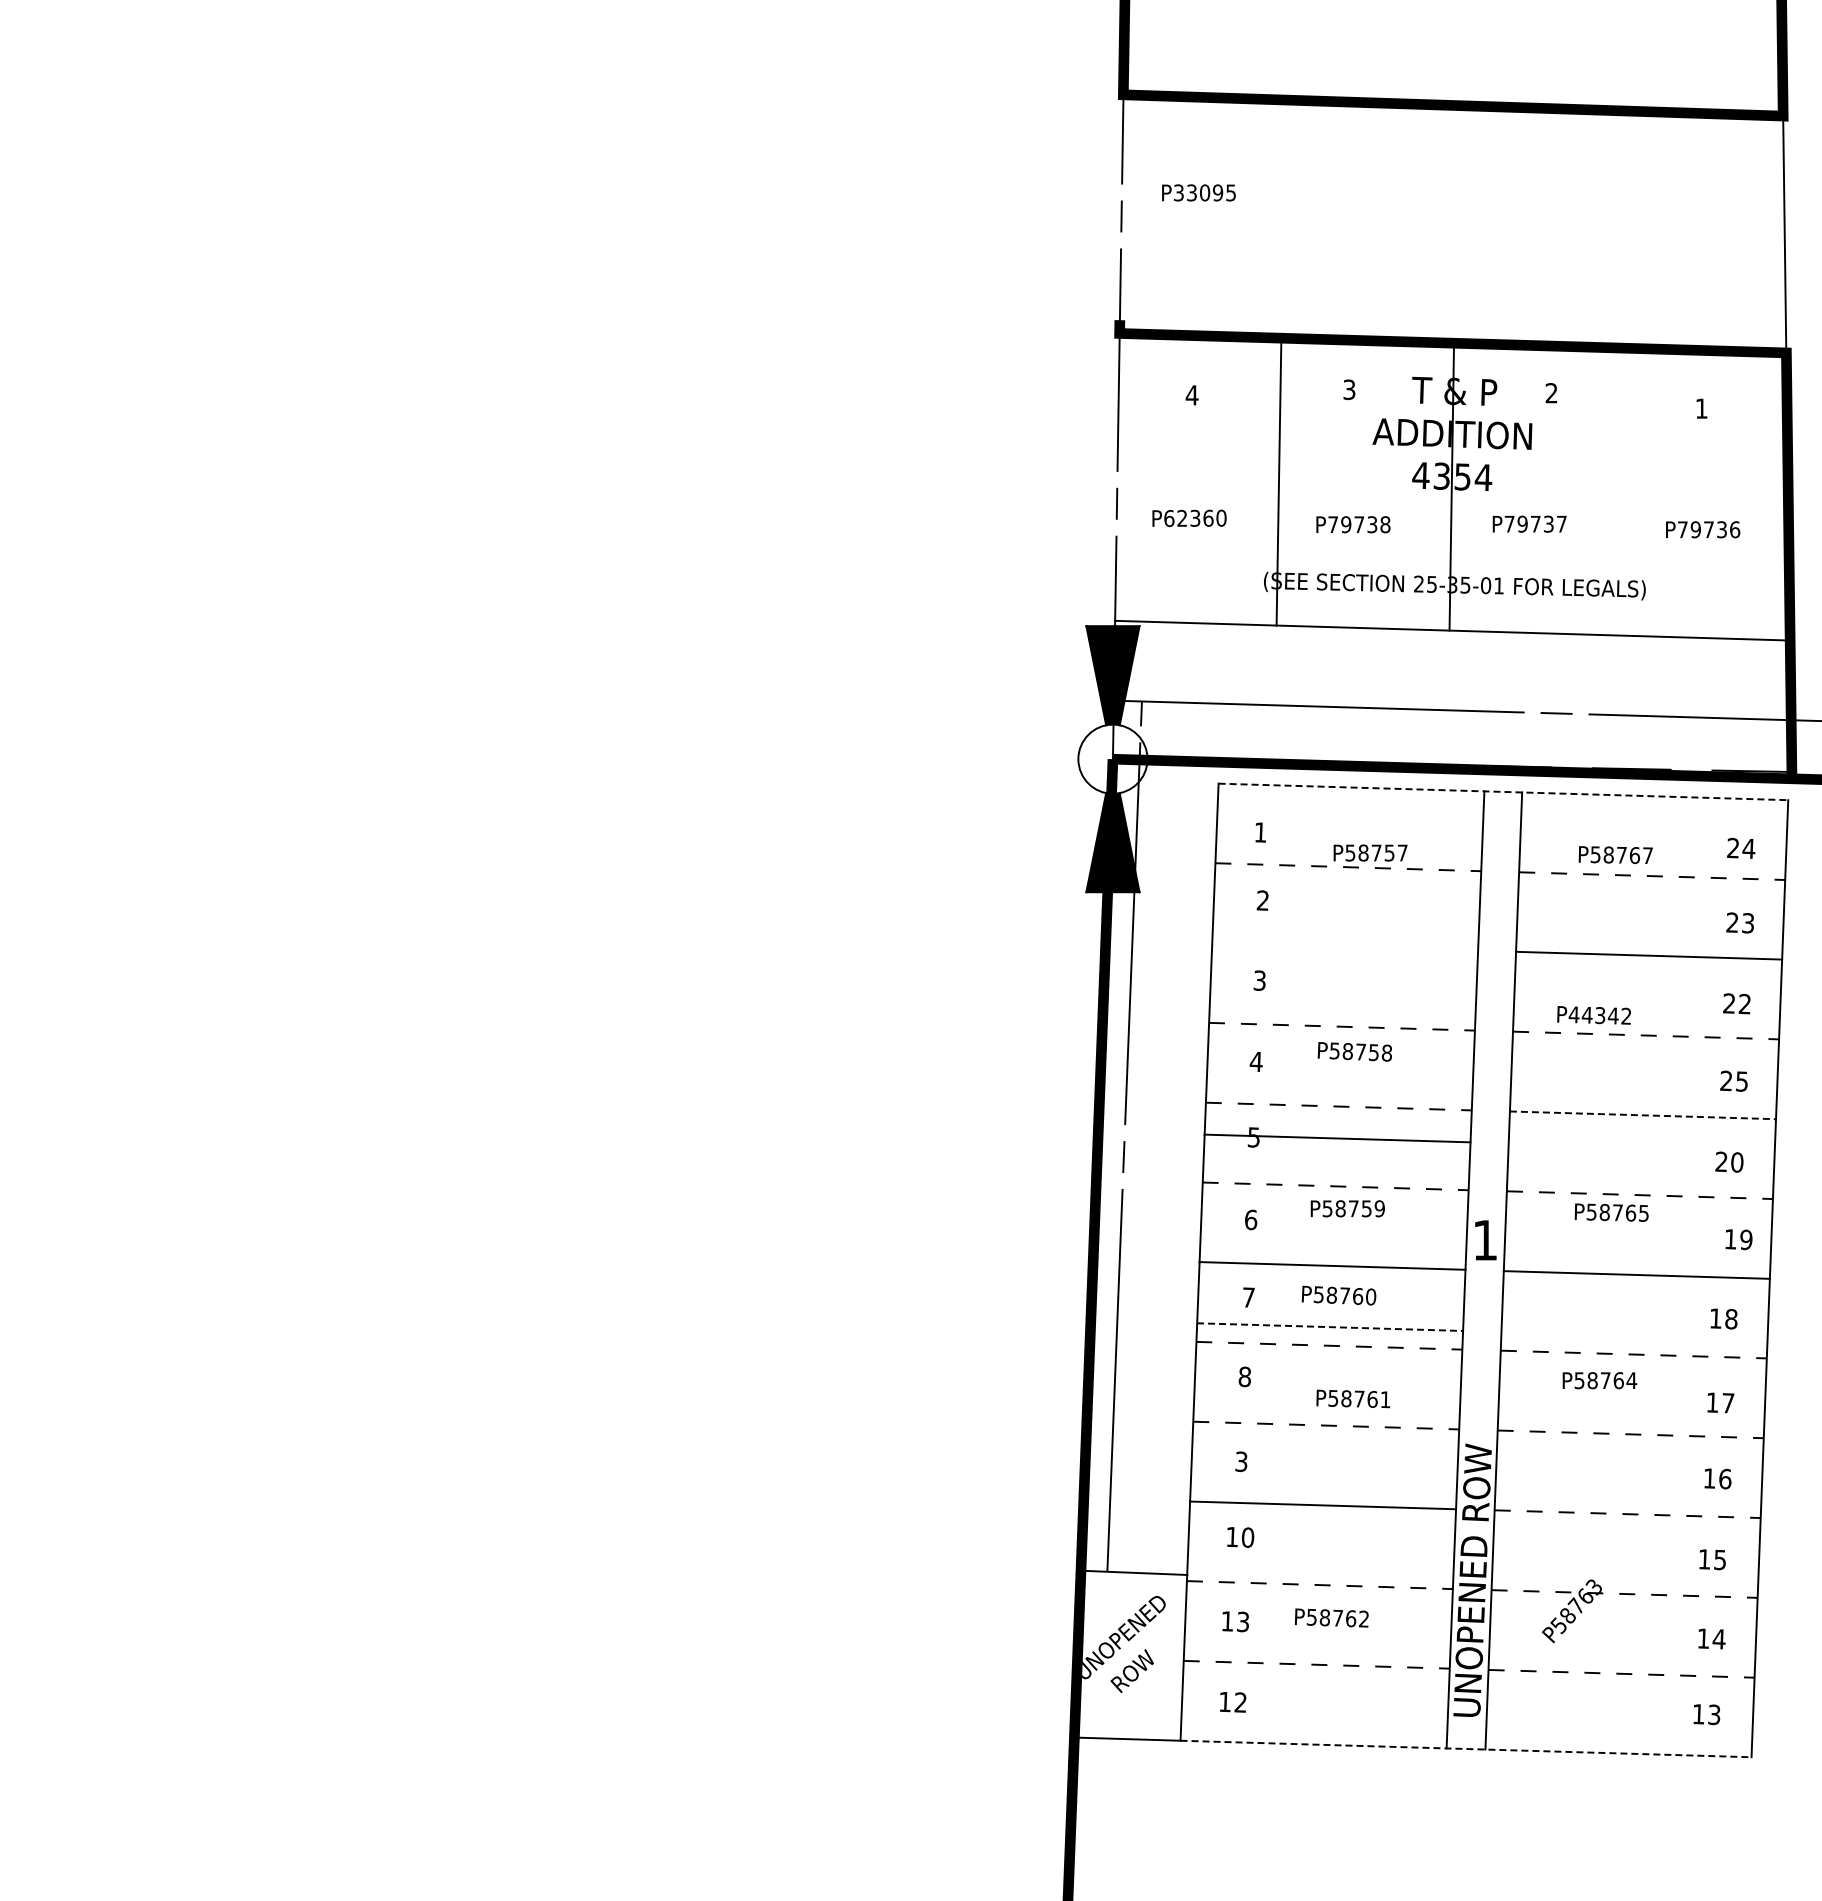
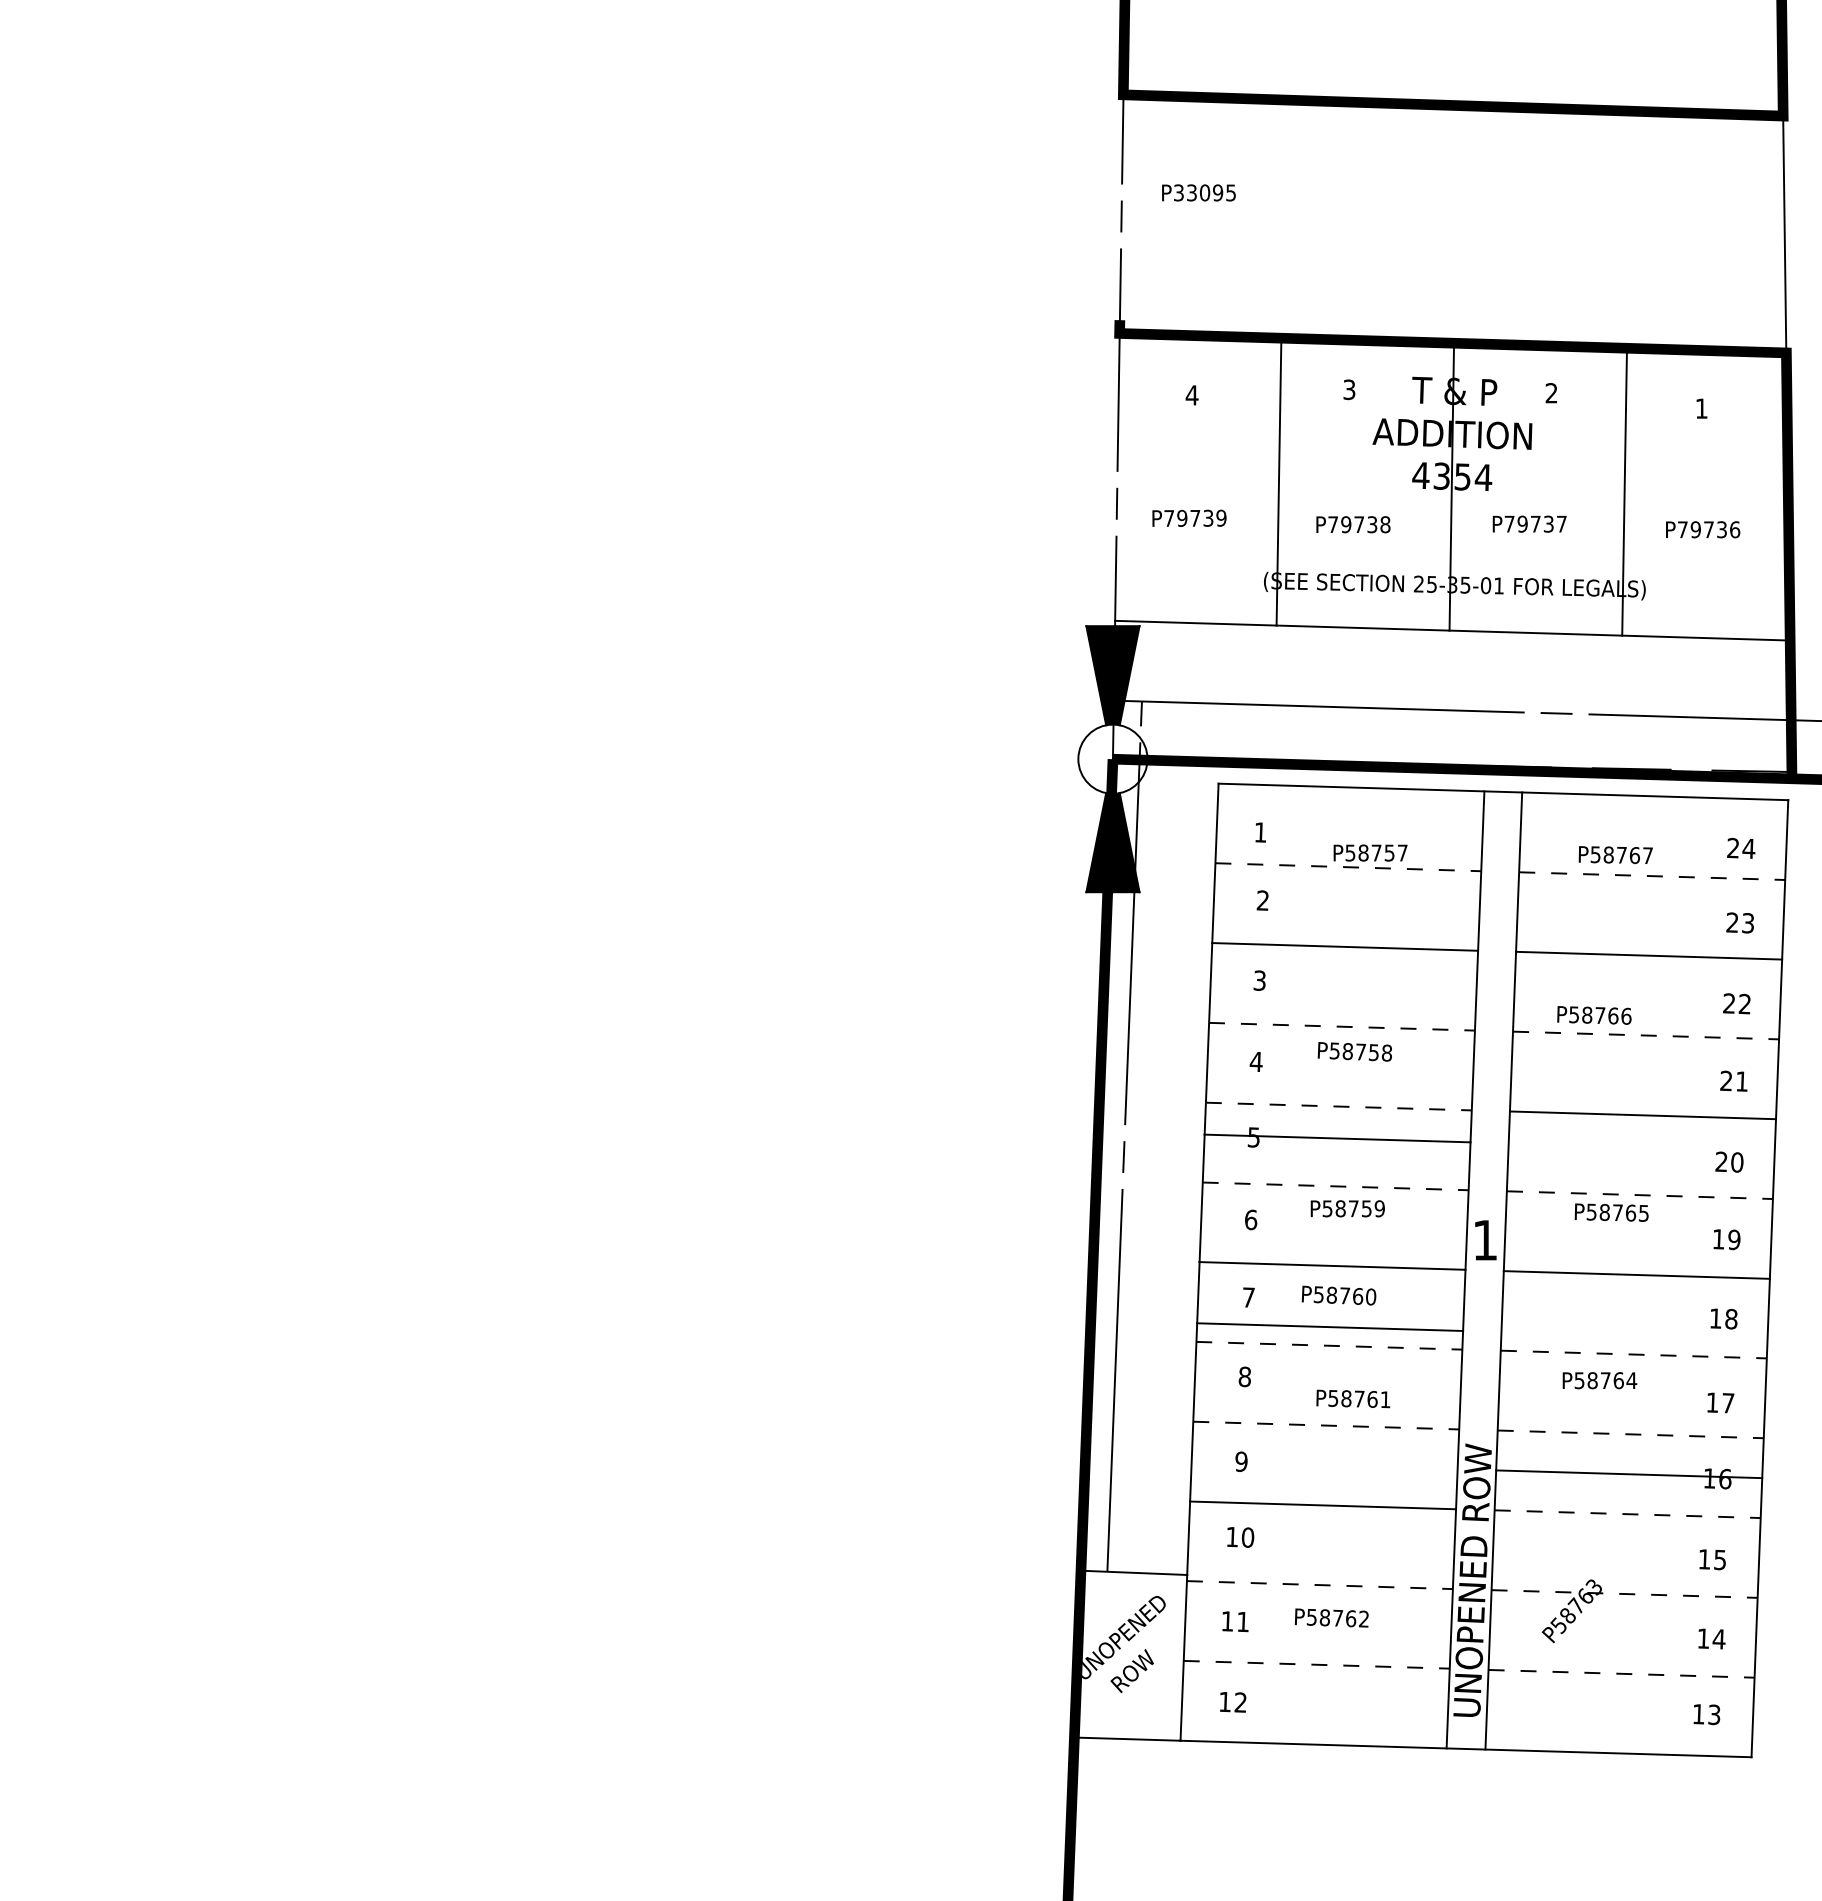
line at (1624, 491): none -> present
text at (1195, 518): P62360 -> P79739
line at (1503, 791): dashed -> solid
line at (1345, 946): none -> present
text at (1599, 1015): P44342 -> P58766
text at (1741, 1081): 25 -> 21
line at (1643, 1115): dashed -> solid
text at (1738, 1239) position: (1738, 1239) -> (1726, 1239)
line at (1330, 1327): dashed -> solid
text at (1241, 1461): 3 -> 9
line at (1629, 1474): none -> present
text at (1242, 1621): 13 -> 11
line at (1466, 1748): dashed -> solid
